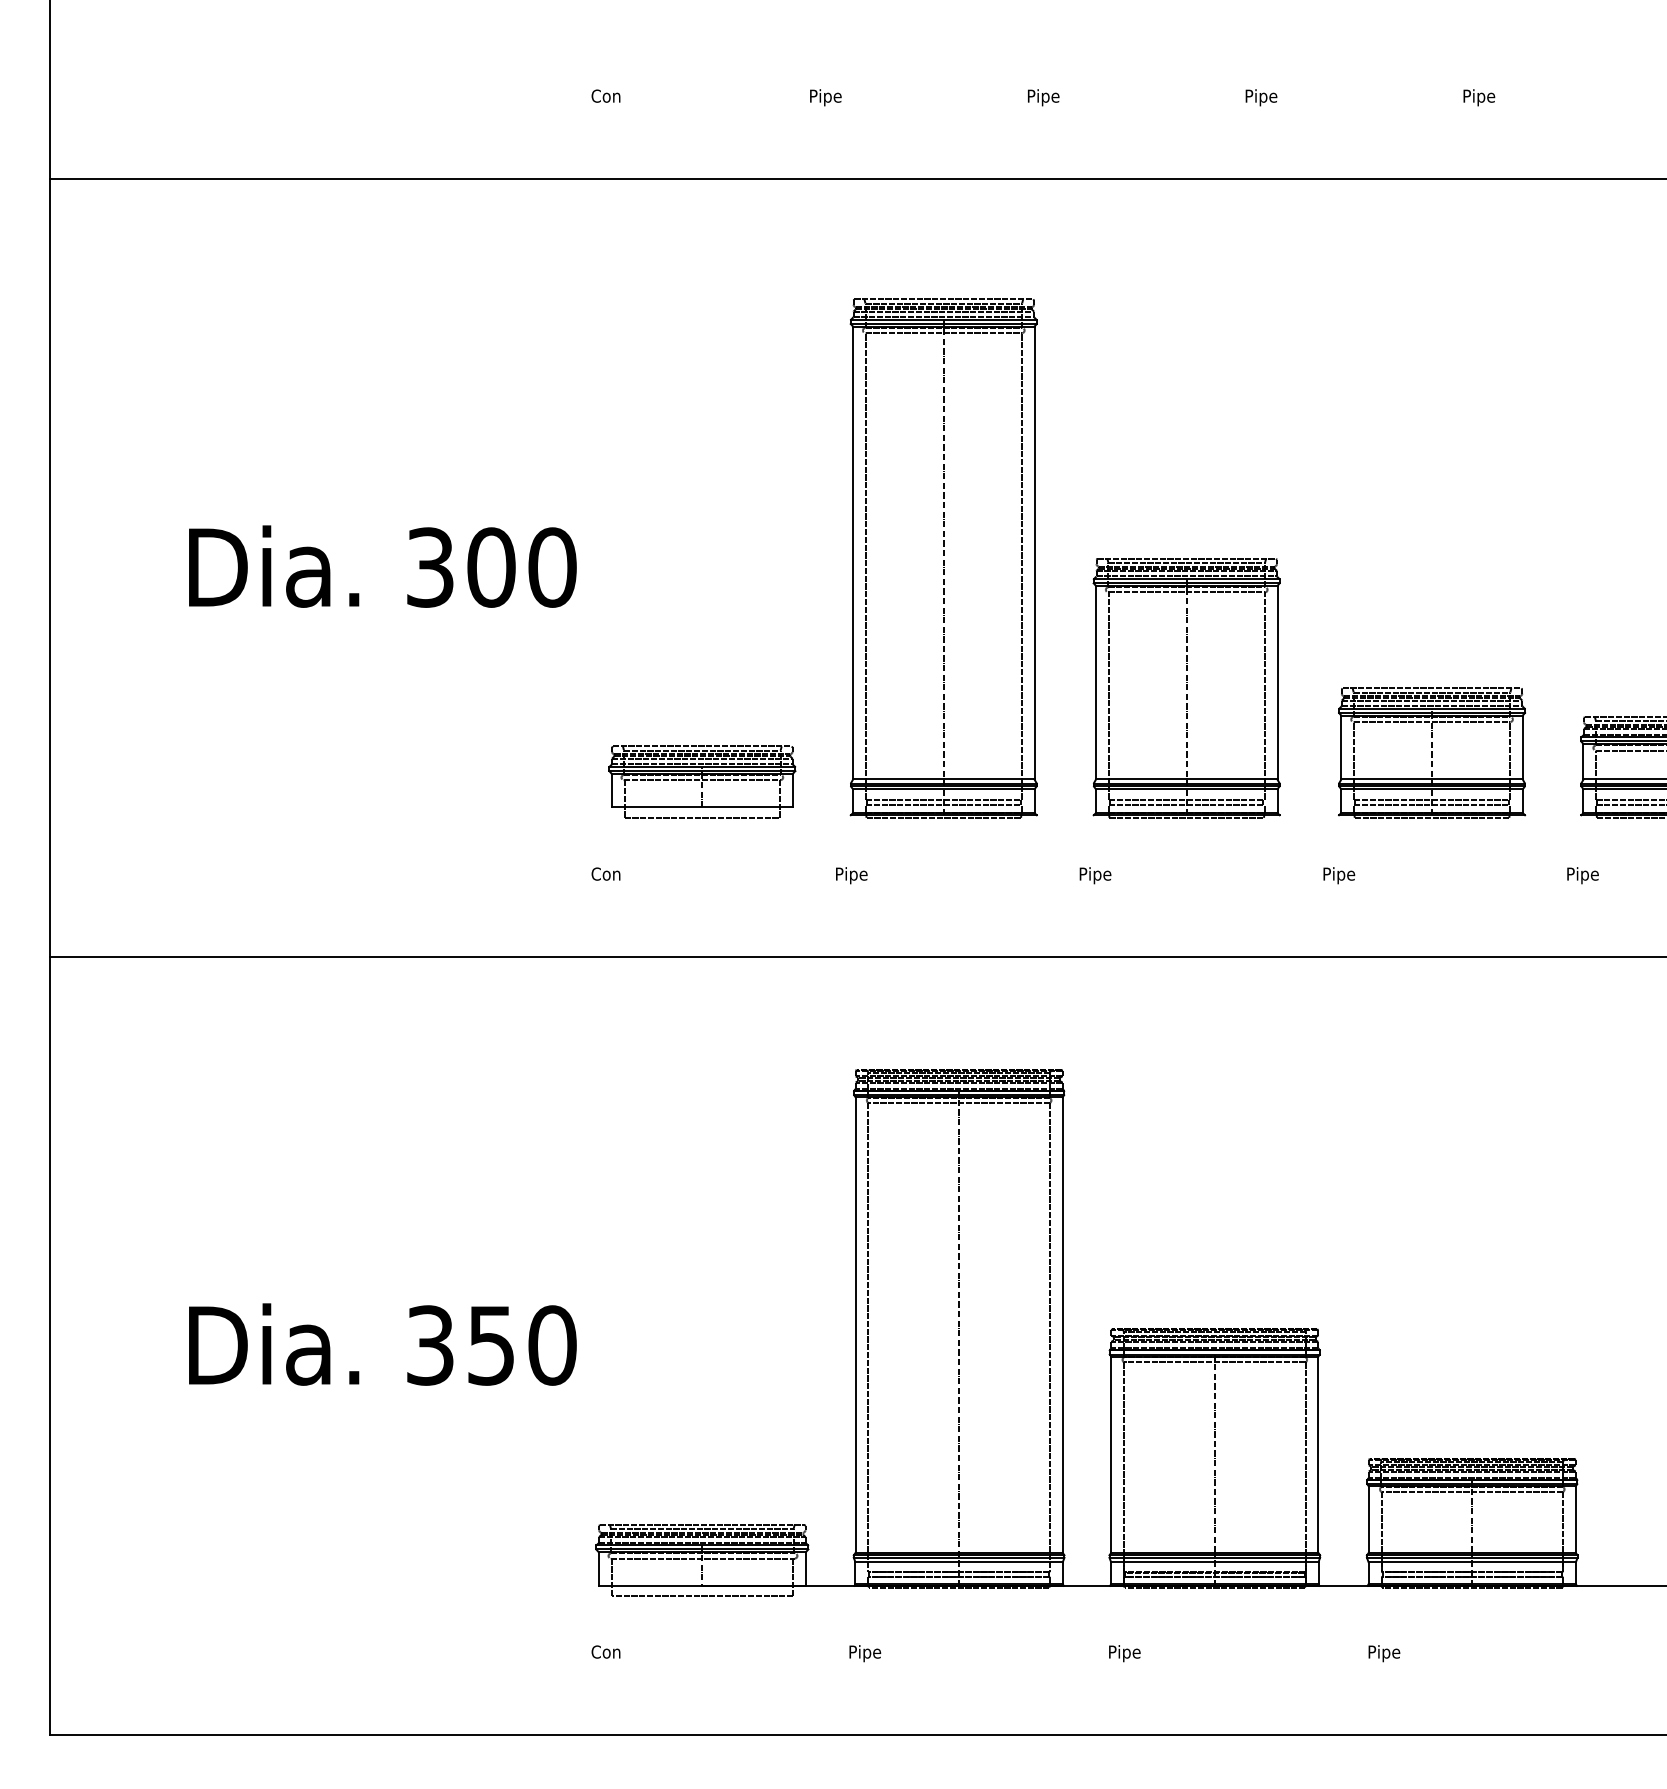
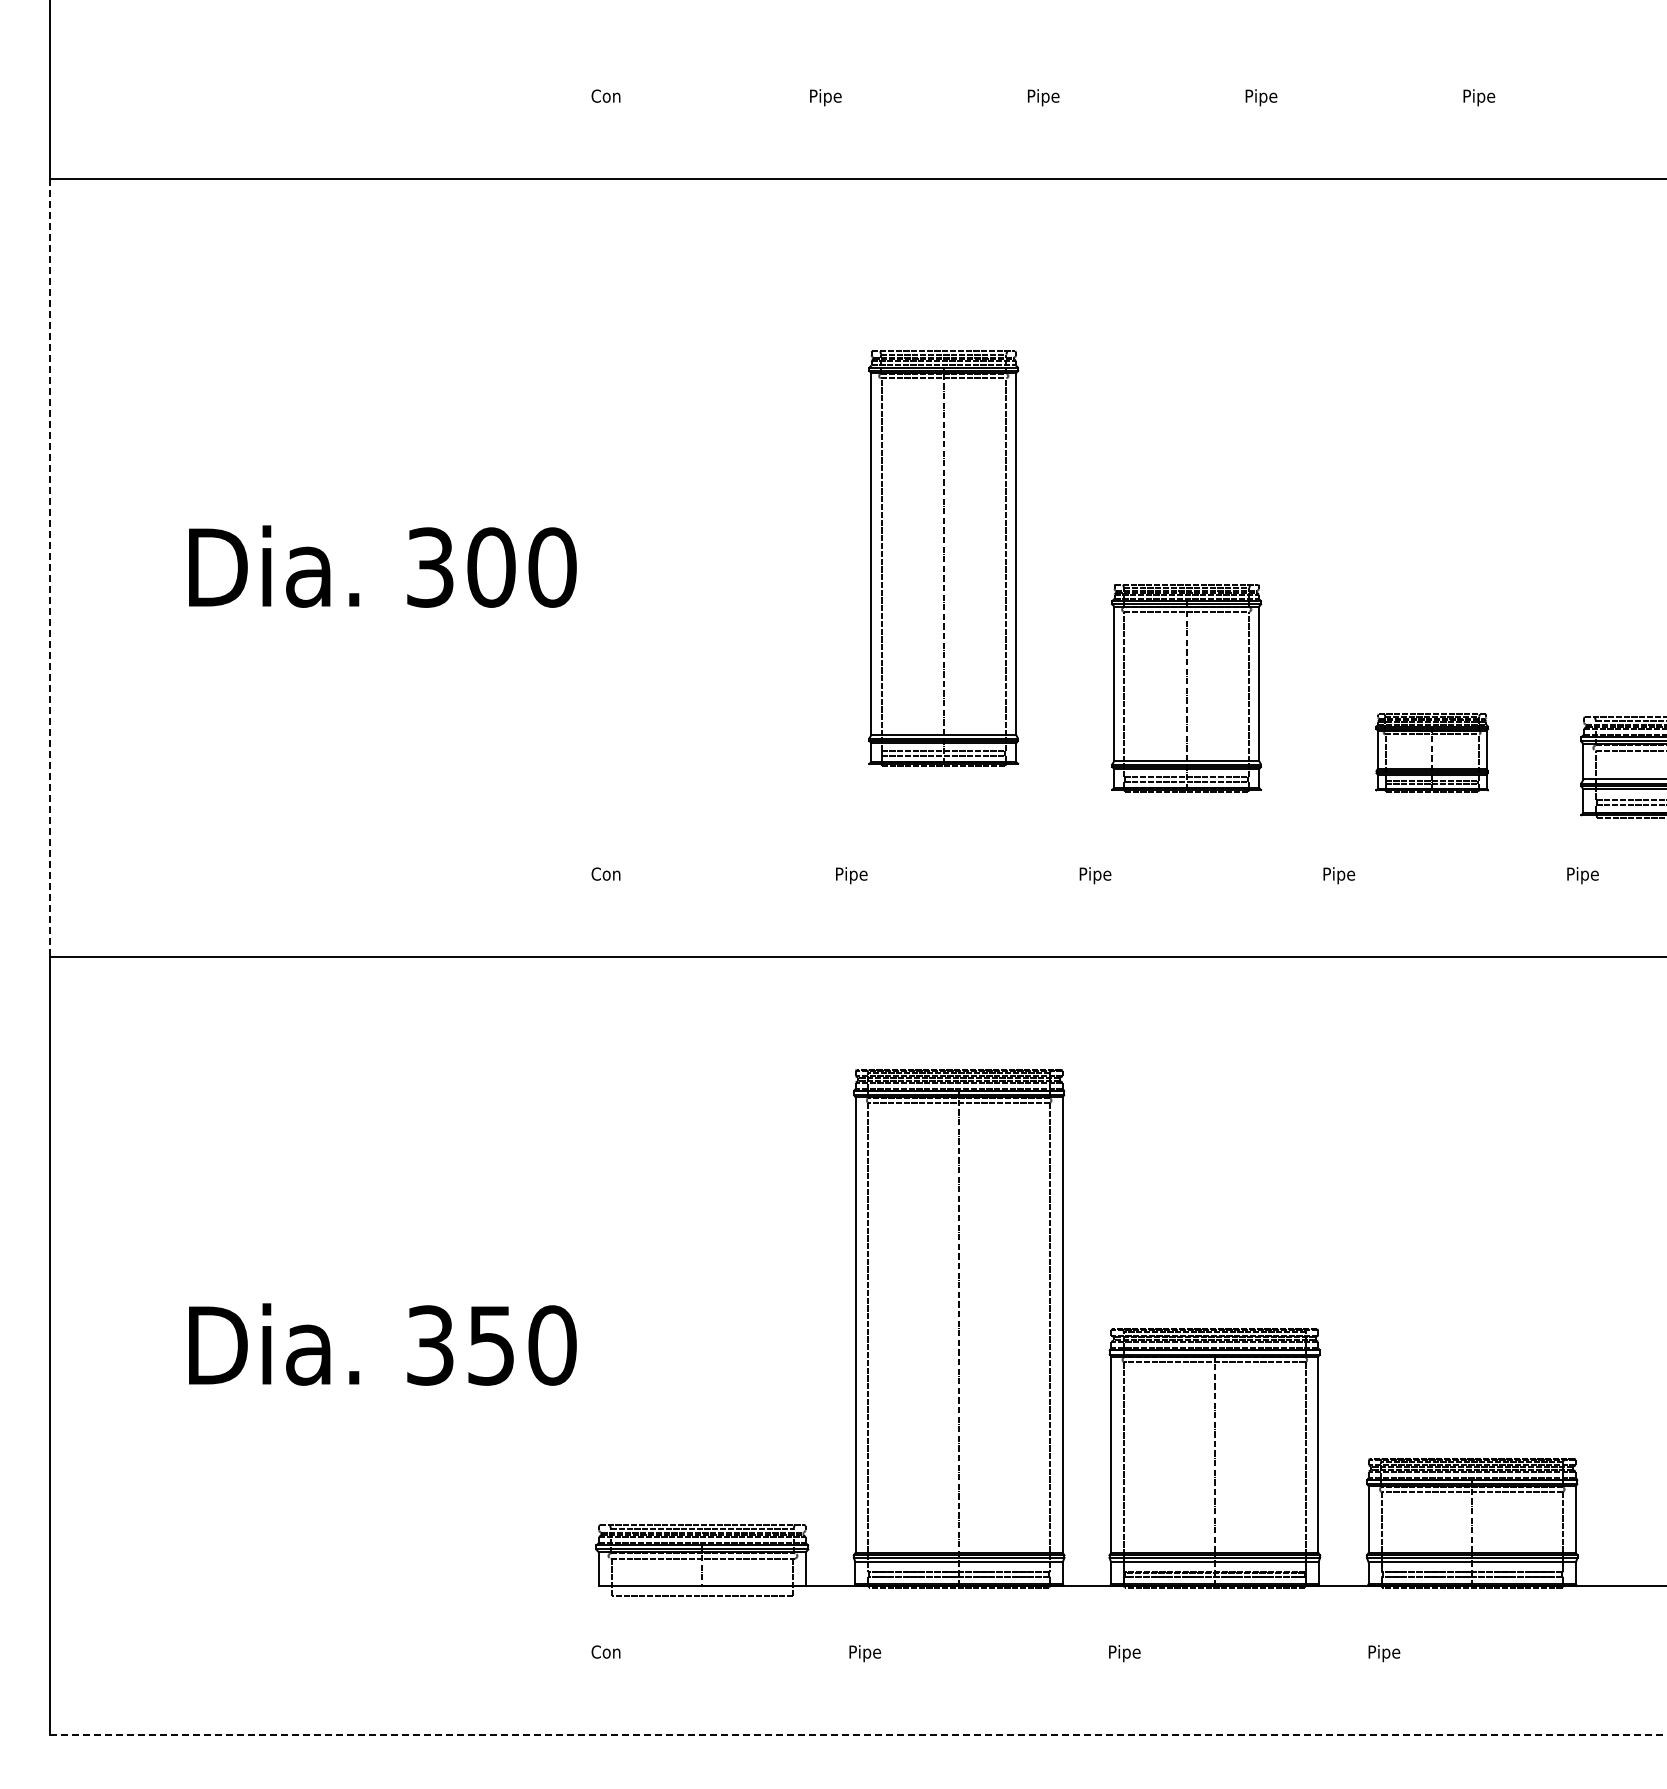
part at (943, 558) size: 189x521 px -> 152x417 px
line at (49, 568): solid -> dashed
part at (1186, 688) size: 189x261 px -> 152x209 px
part at (1432, 752) size: 189x132 px -> 115x80 px
part at (702, 781): present -> none
line at (858, 1735): solid -> dashed
